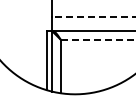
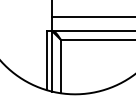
line at (93, 16): dashed -> solid
line at (98, 39): dashed -> solid
